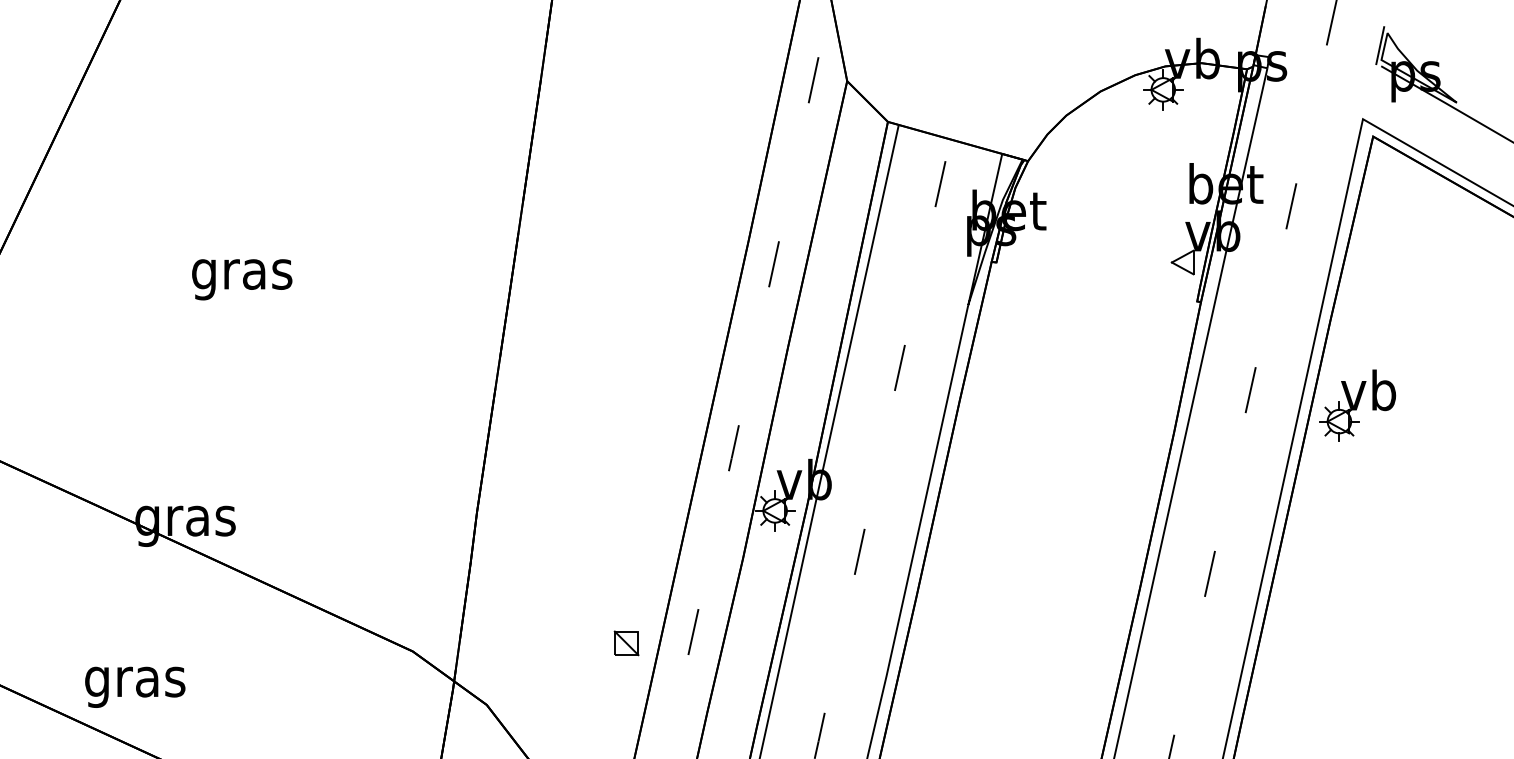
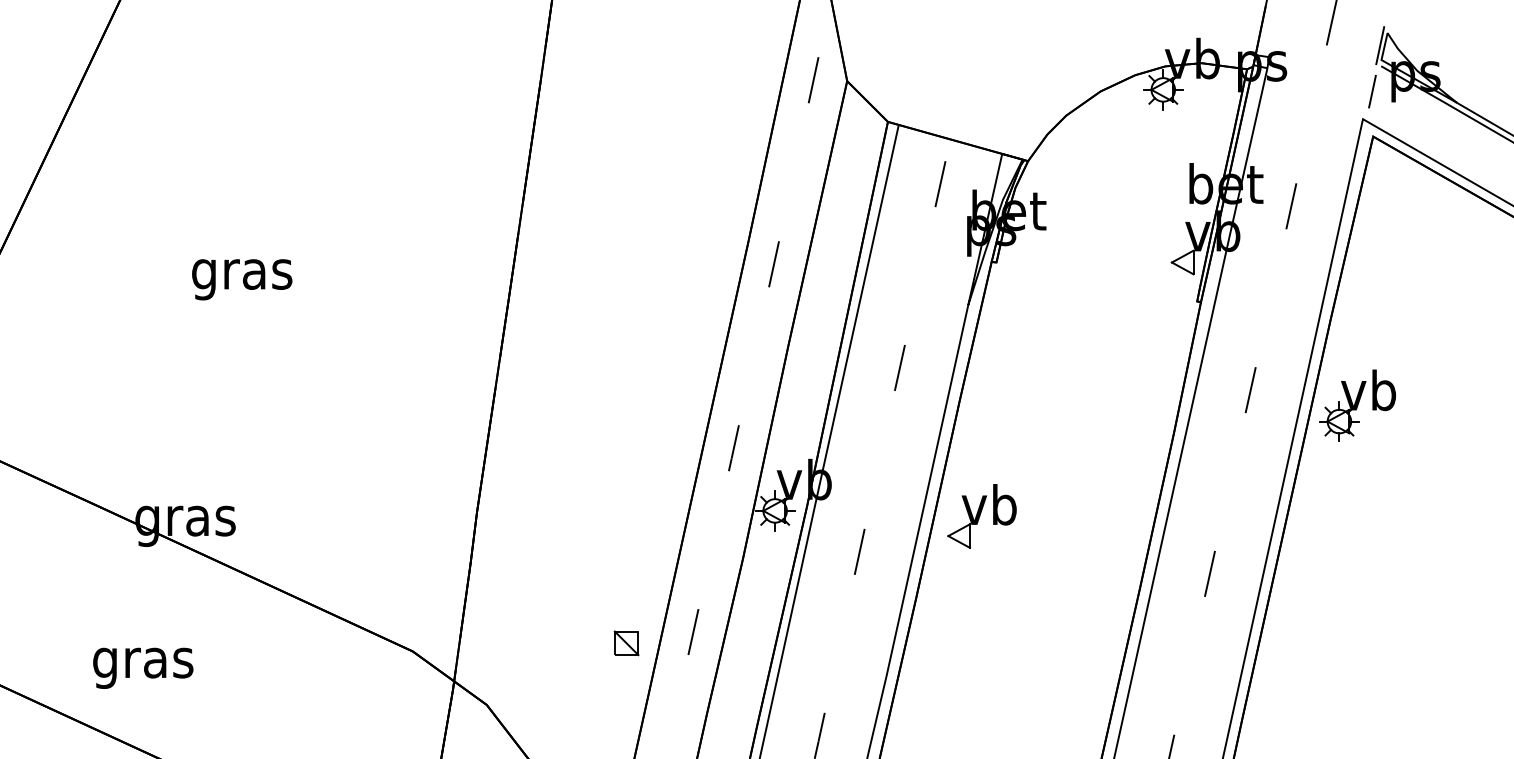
line at (1372, 91): none -> present
line at (1483, 118): none -> present
part at (981, 516): none -> present
text at (135, 686) position: (135, 686) -> (143, 667)
